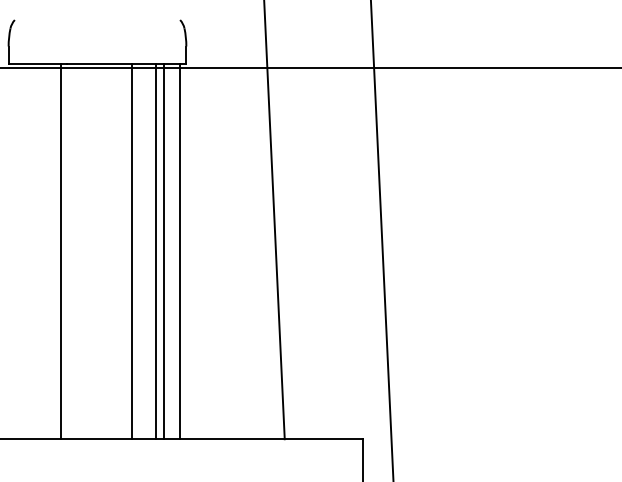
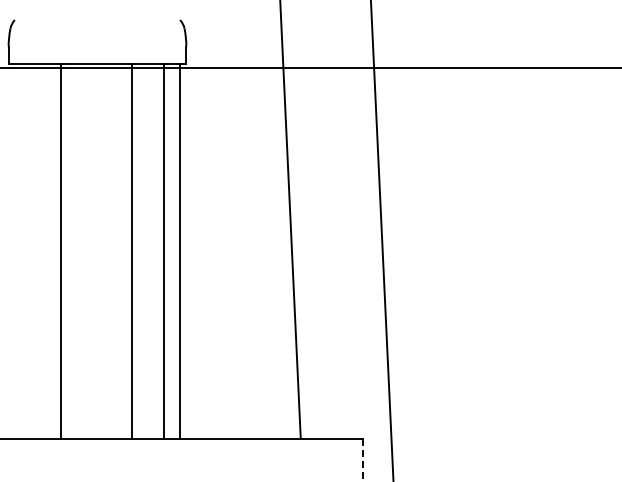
line at (274, 220) position: (274, 220) -> (290, 220)
line at (155, 251): present -> none
line at (363, 460): solid -> dashed
